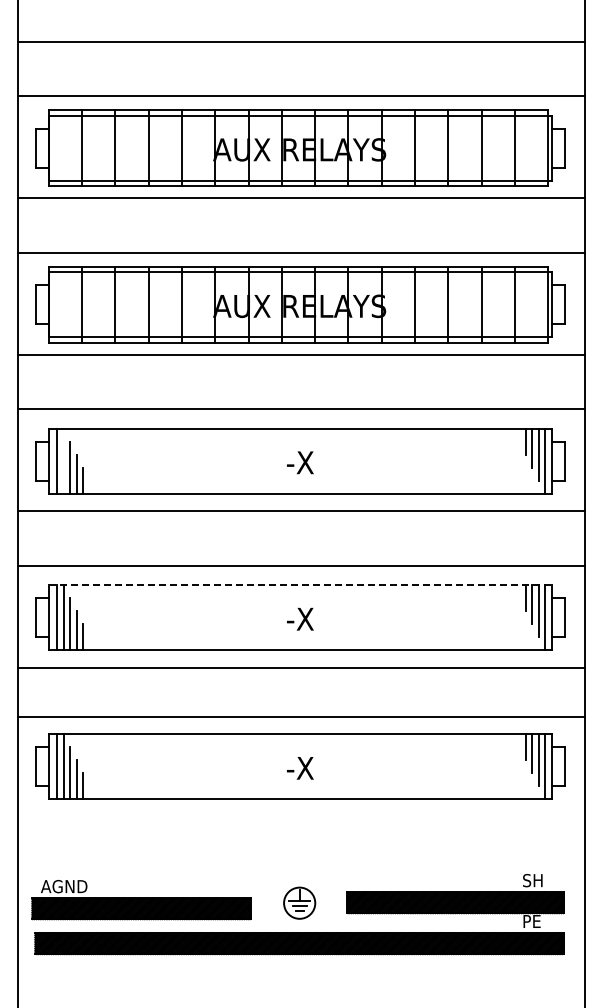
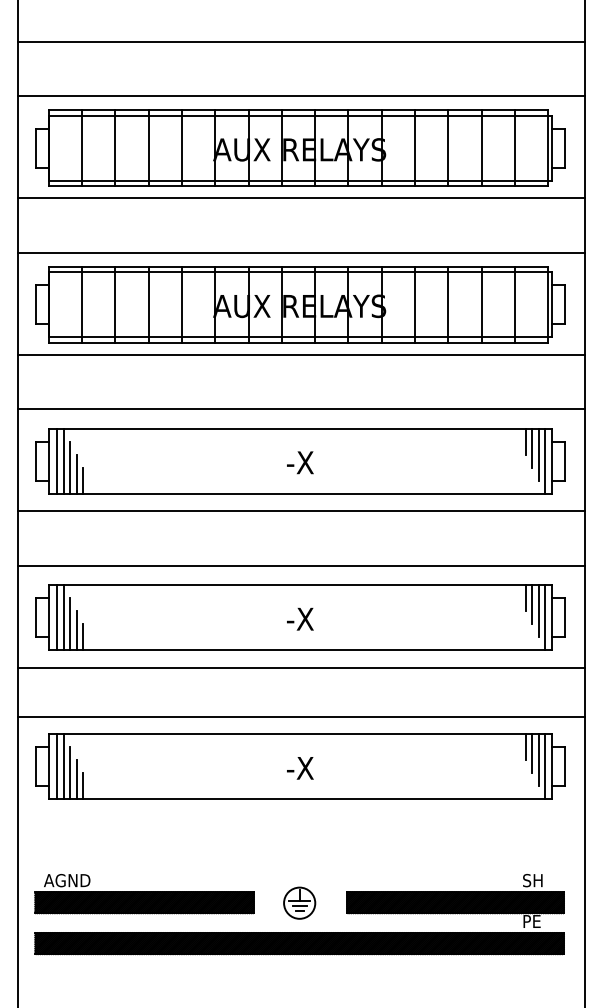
line at (63, 460): none -> present
line at (300, 585): dashed -> solid
part at (141, 900) position: (141, 900) -> (144, 894)
